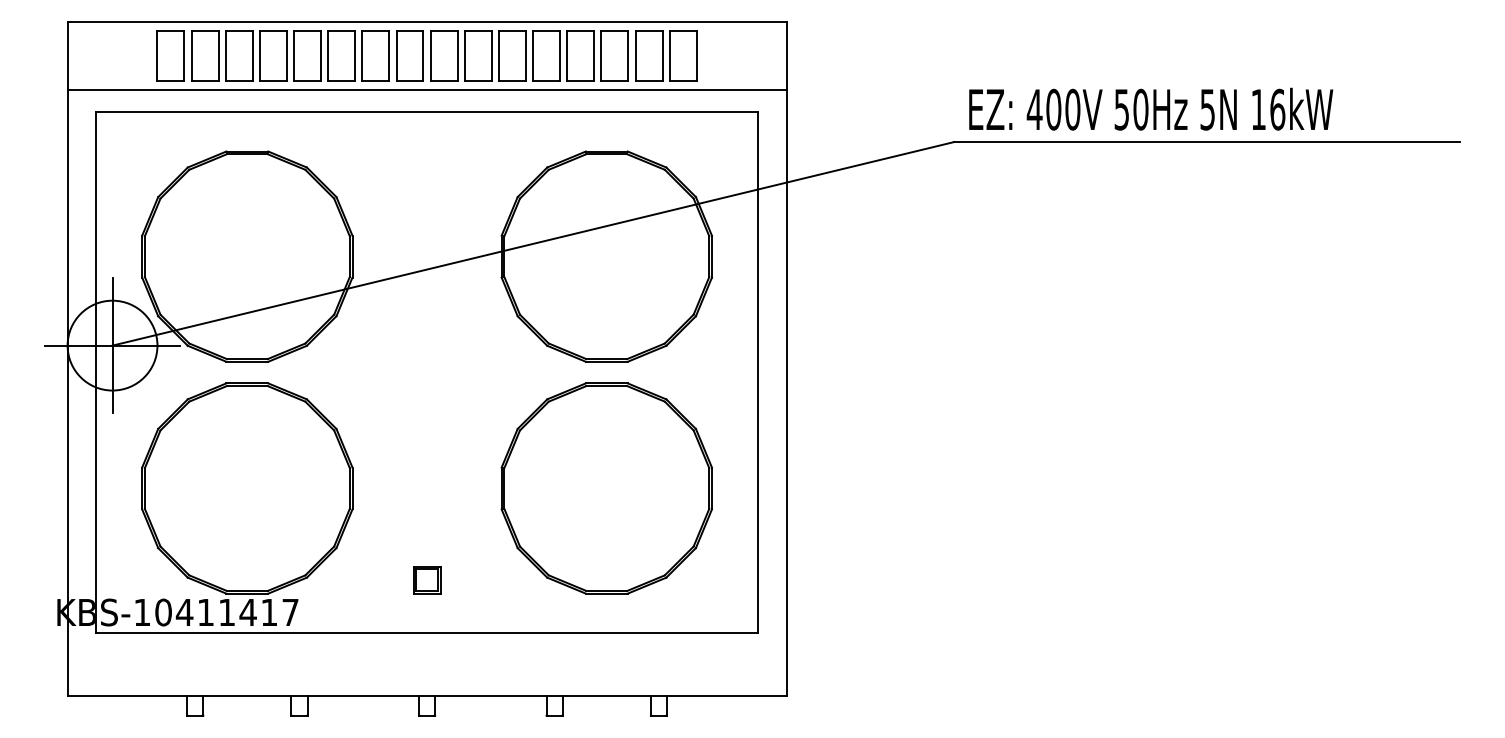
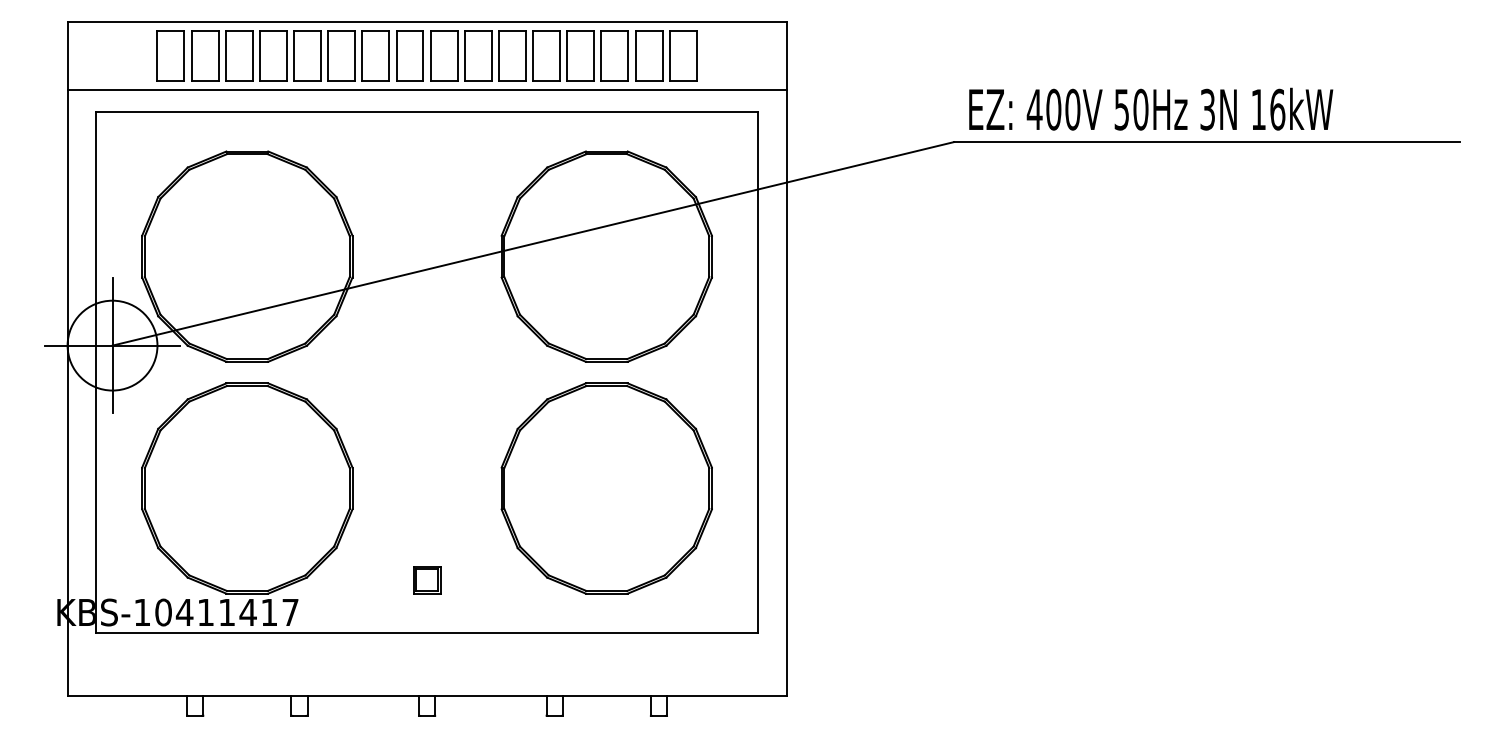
text at (1207, 108): 5N -> 3N
